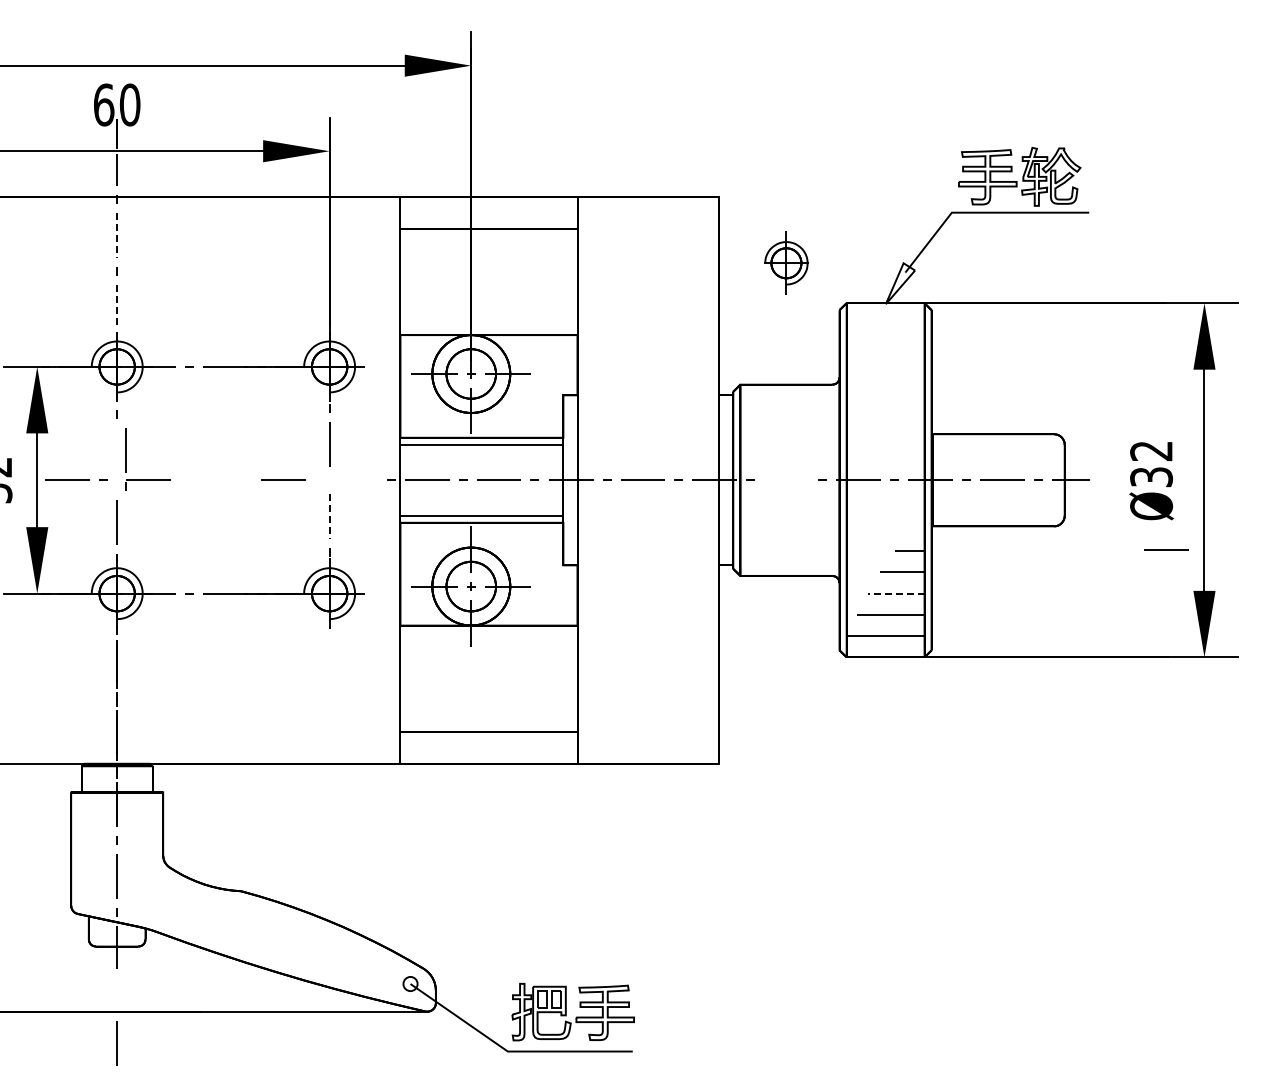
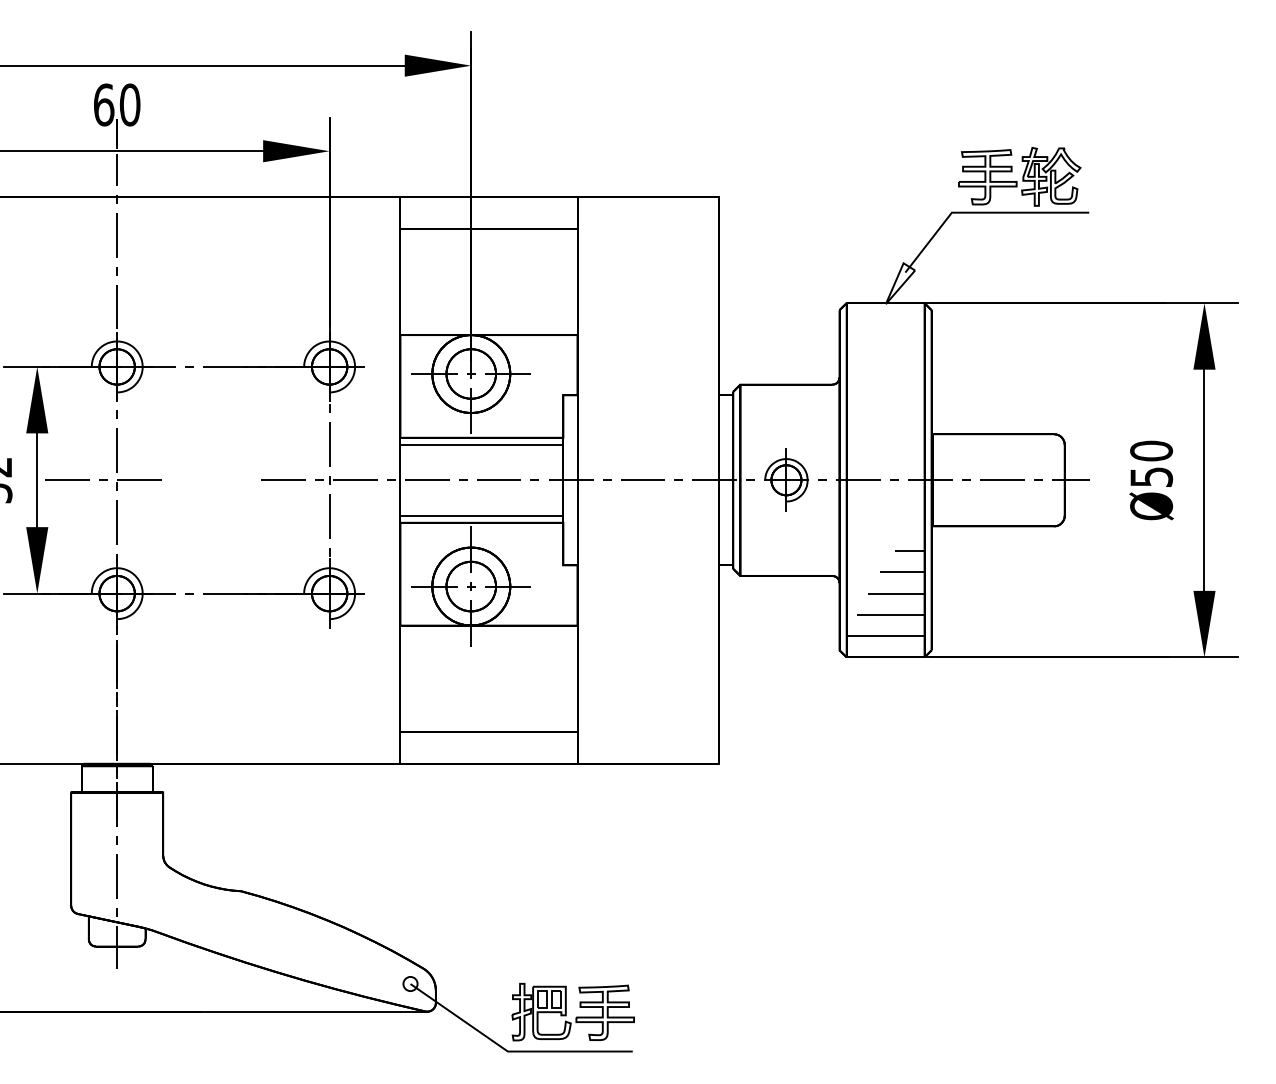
line at (117, 235): dashed -> solid
part at (786, 262) position: (786, 262) -> (786, 479)
line at (117, 307): dashed -> solid
text at (1151, 463): Ø32 -> Ø50
part at (147, 479) position: (147, 479) -> (138, 479)
part at (346, 480): none -> present
line at (329, 516): dashed -> solid
line at (1166, 549): present -> none
line at (895, 593): dashed -> solid
line at (116, 1043): present -> none
